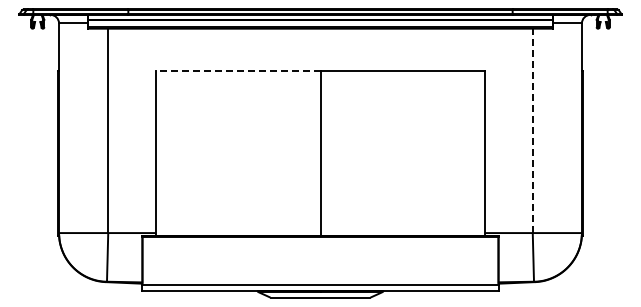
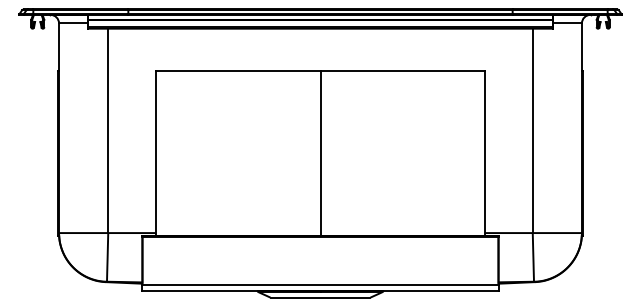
line at (237, 71): dashed -> solid
line at (532, 130): dashed -> solid
